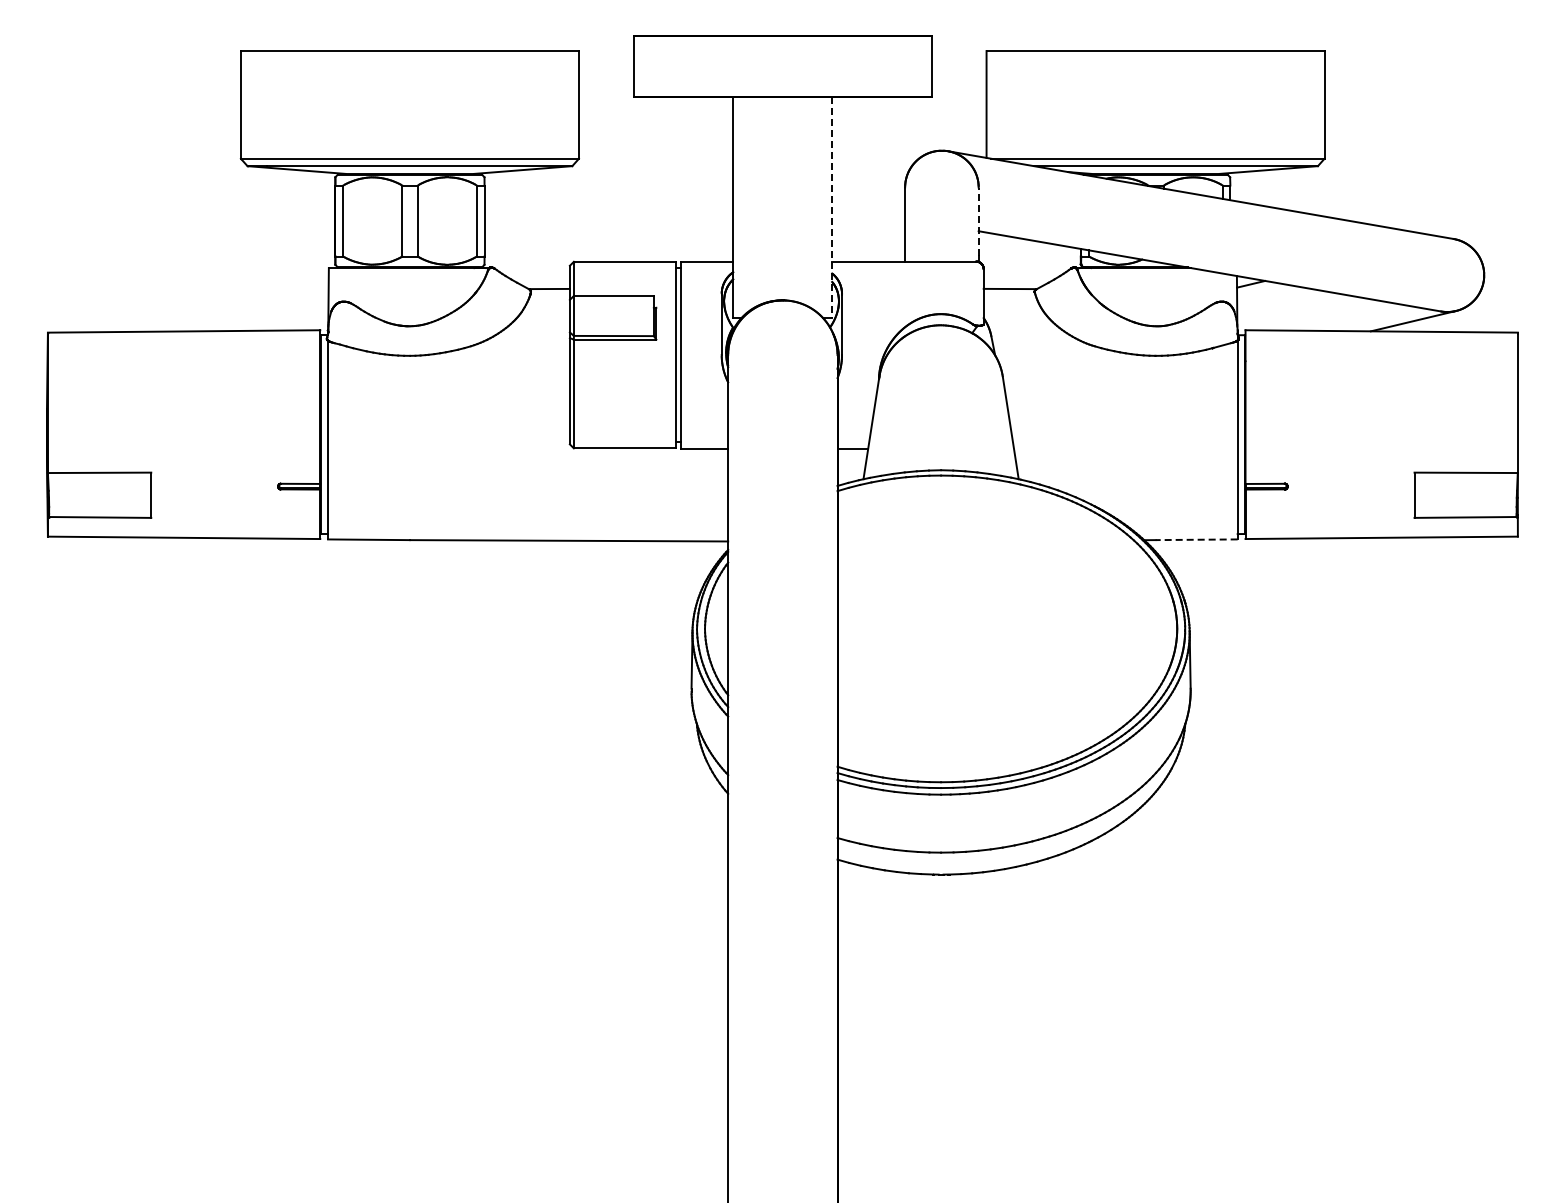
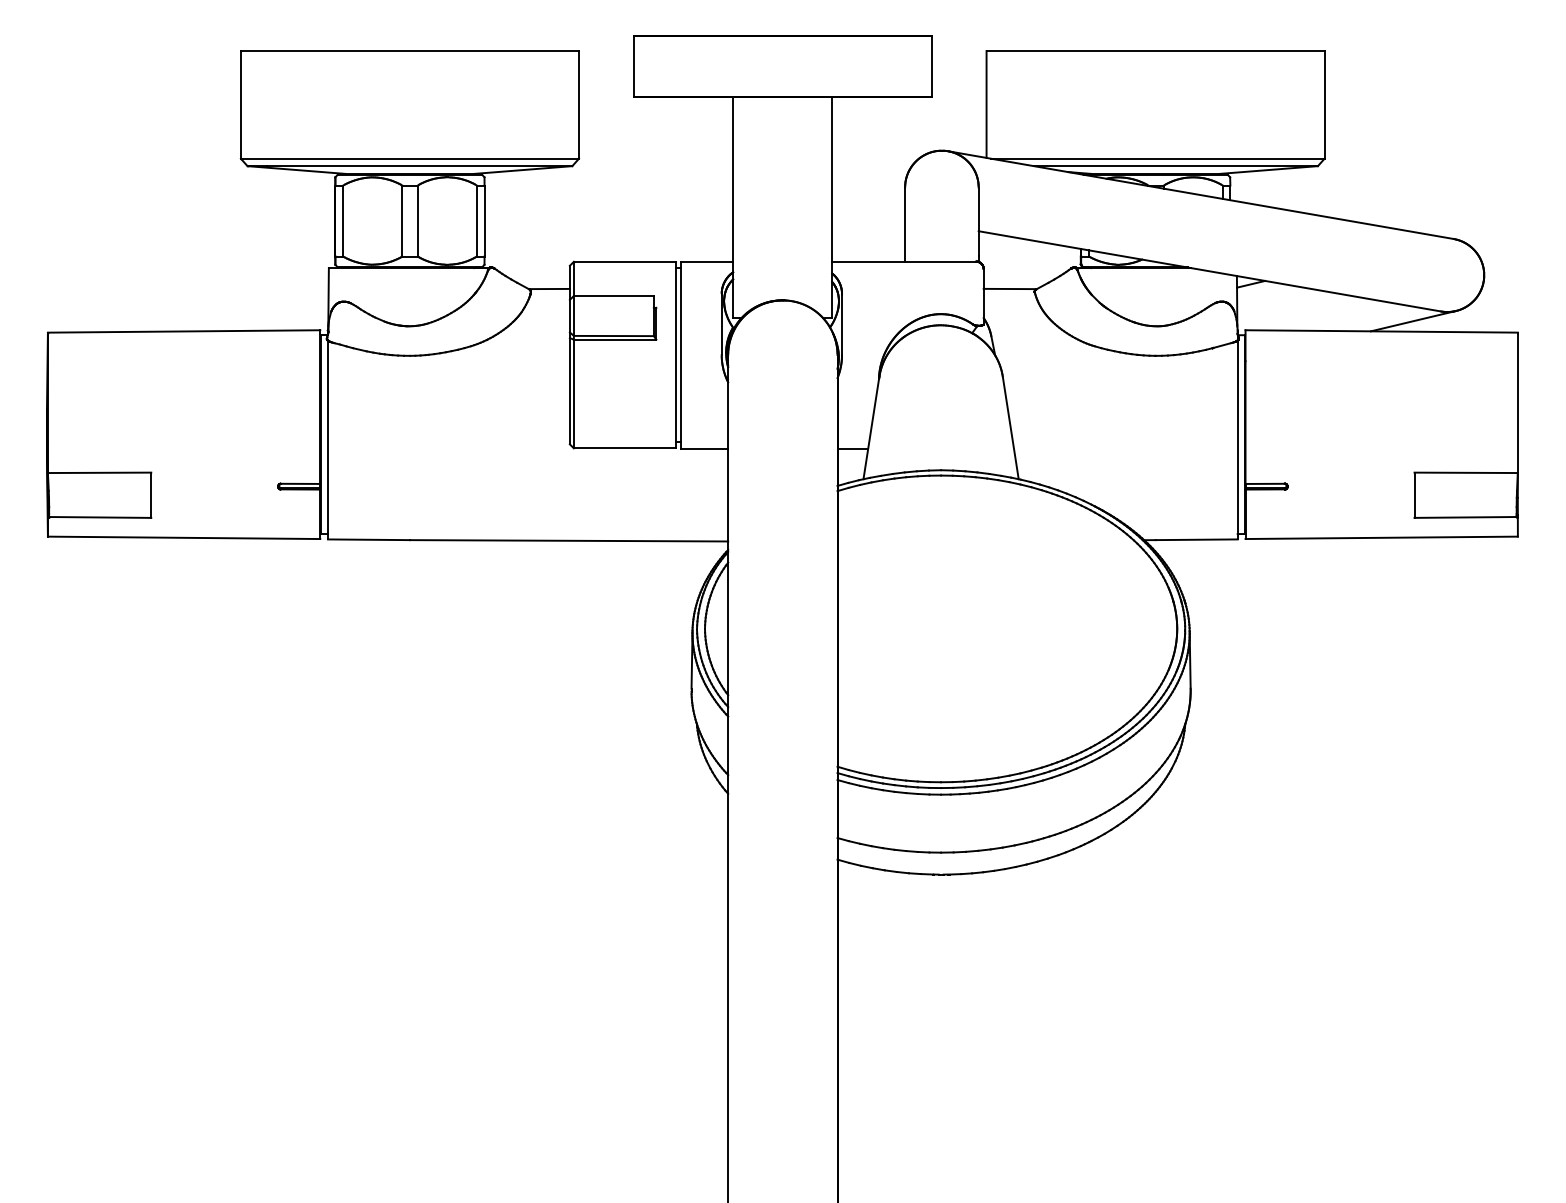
line at (832, 207): dashed -> solid
line at (978, 221): dashed -> solid
line at (1196, 539): dashed -> solid
